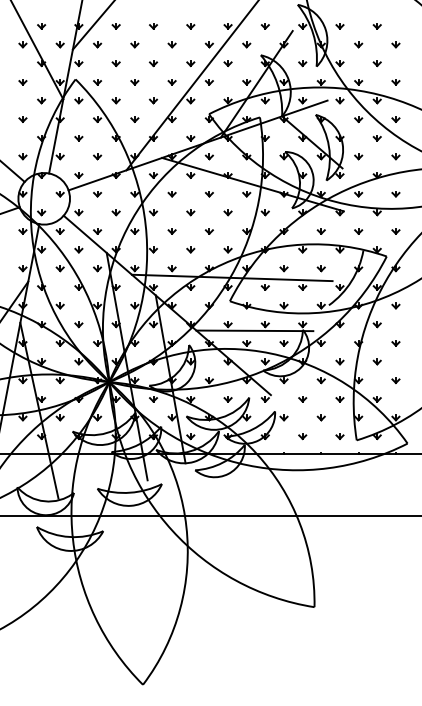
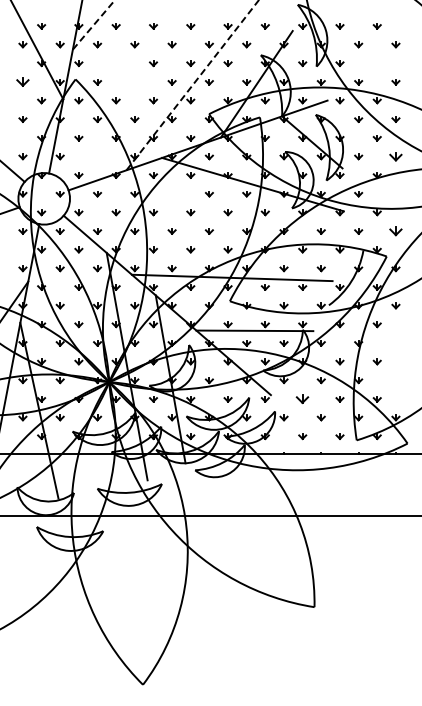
line at (94, 24): solid -> dashed
part at (115, 63): present -> none
part at (376, 63): present -> none
part at (22, 82) size: 10x7 px -> 14x10 px
part at (134, 82): present -> none
line at (192, 85): solid -> dashed
part at (97, 156): present -> none
part at (395, 156) size: 10x8 px -> 14x10 px
part at (171, 194): present -> none
part at (395, 194): present -> none
part at (395, 231) size: 10x7 px -> 14x11 px
part at (395, 343): present -> none
part at (395, 380): present -> none
part at (302, 399) size: 10x7 px -> 15x10 px
